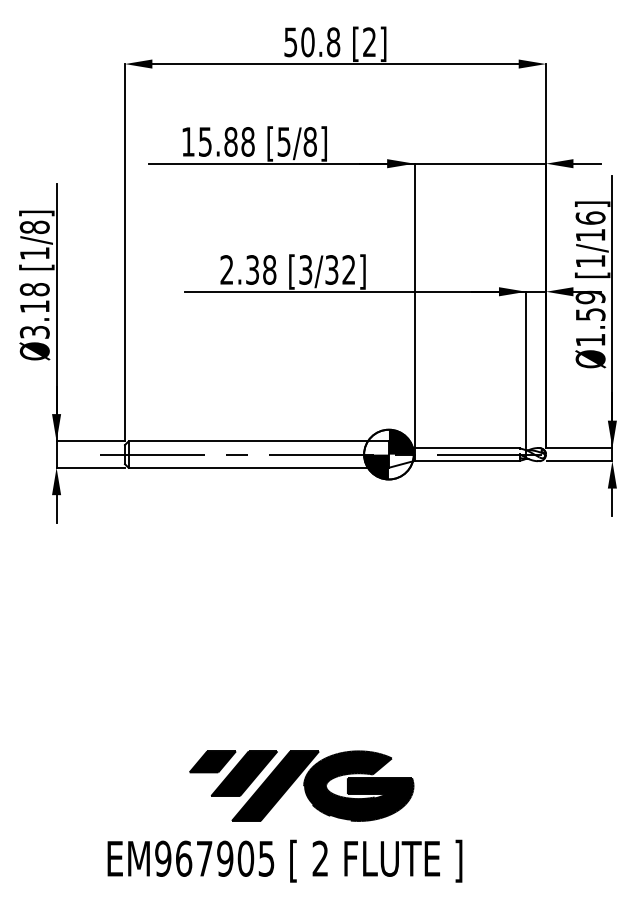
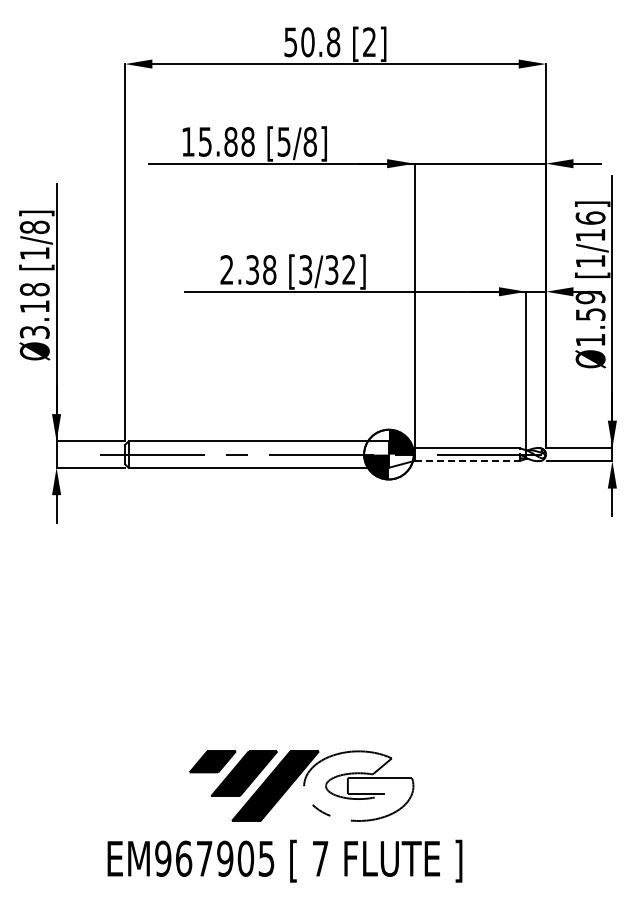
line at (467, 460): solid -> dashed
fill at (358, 785): present -> none
text at (320, 858): 2 -> 7
